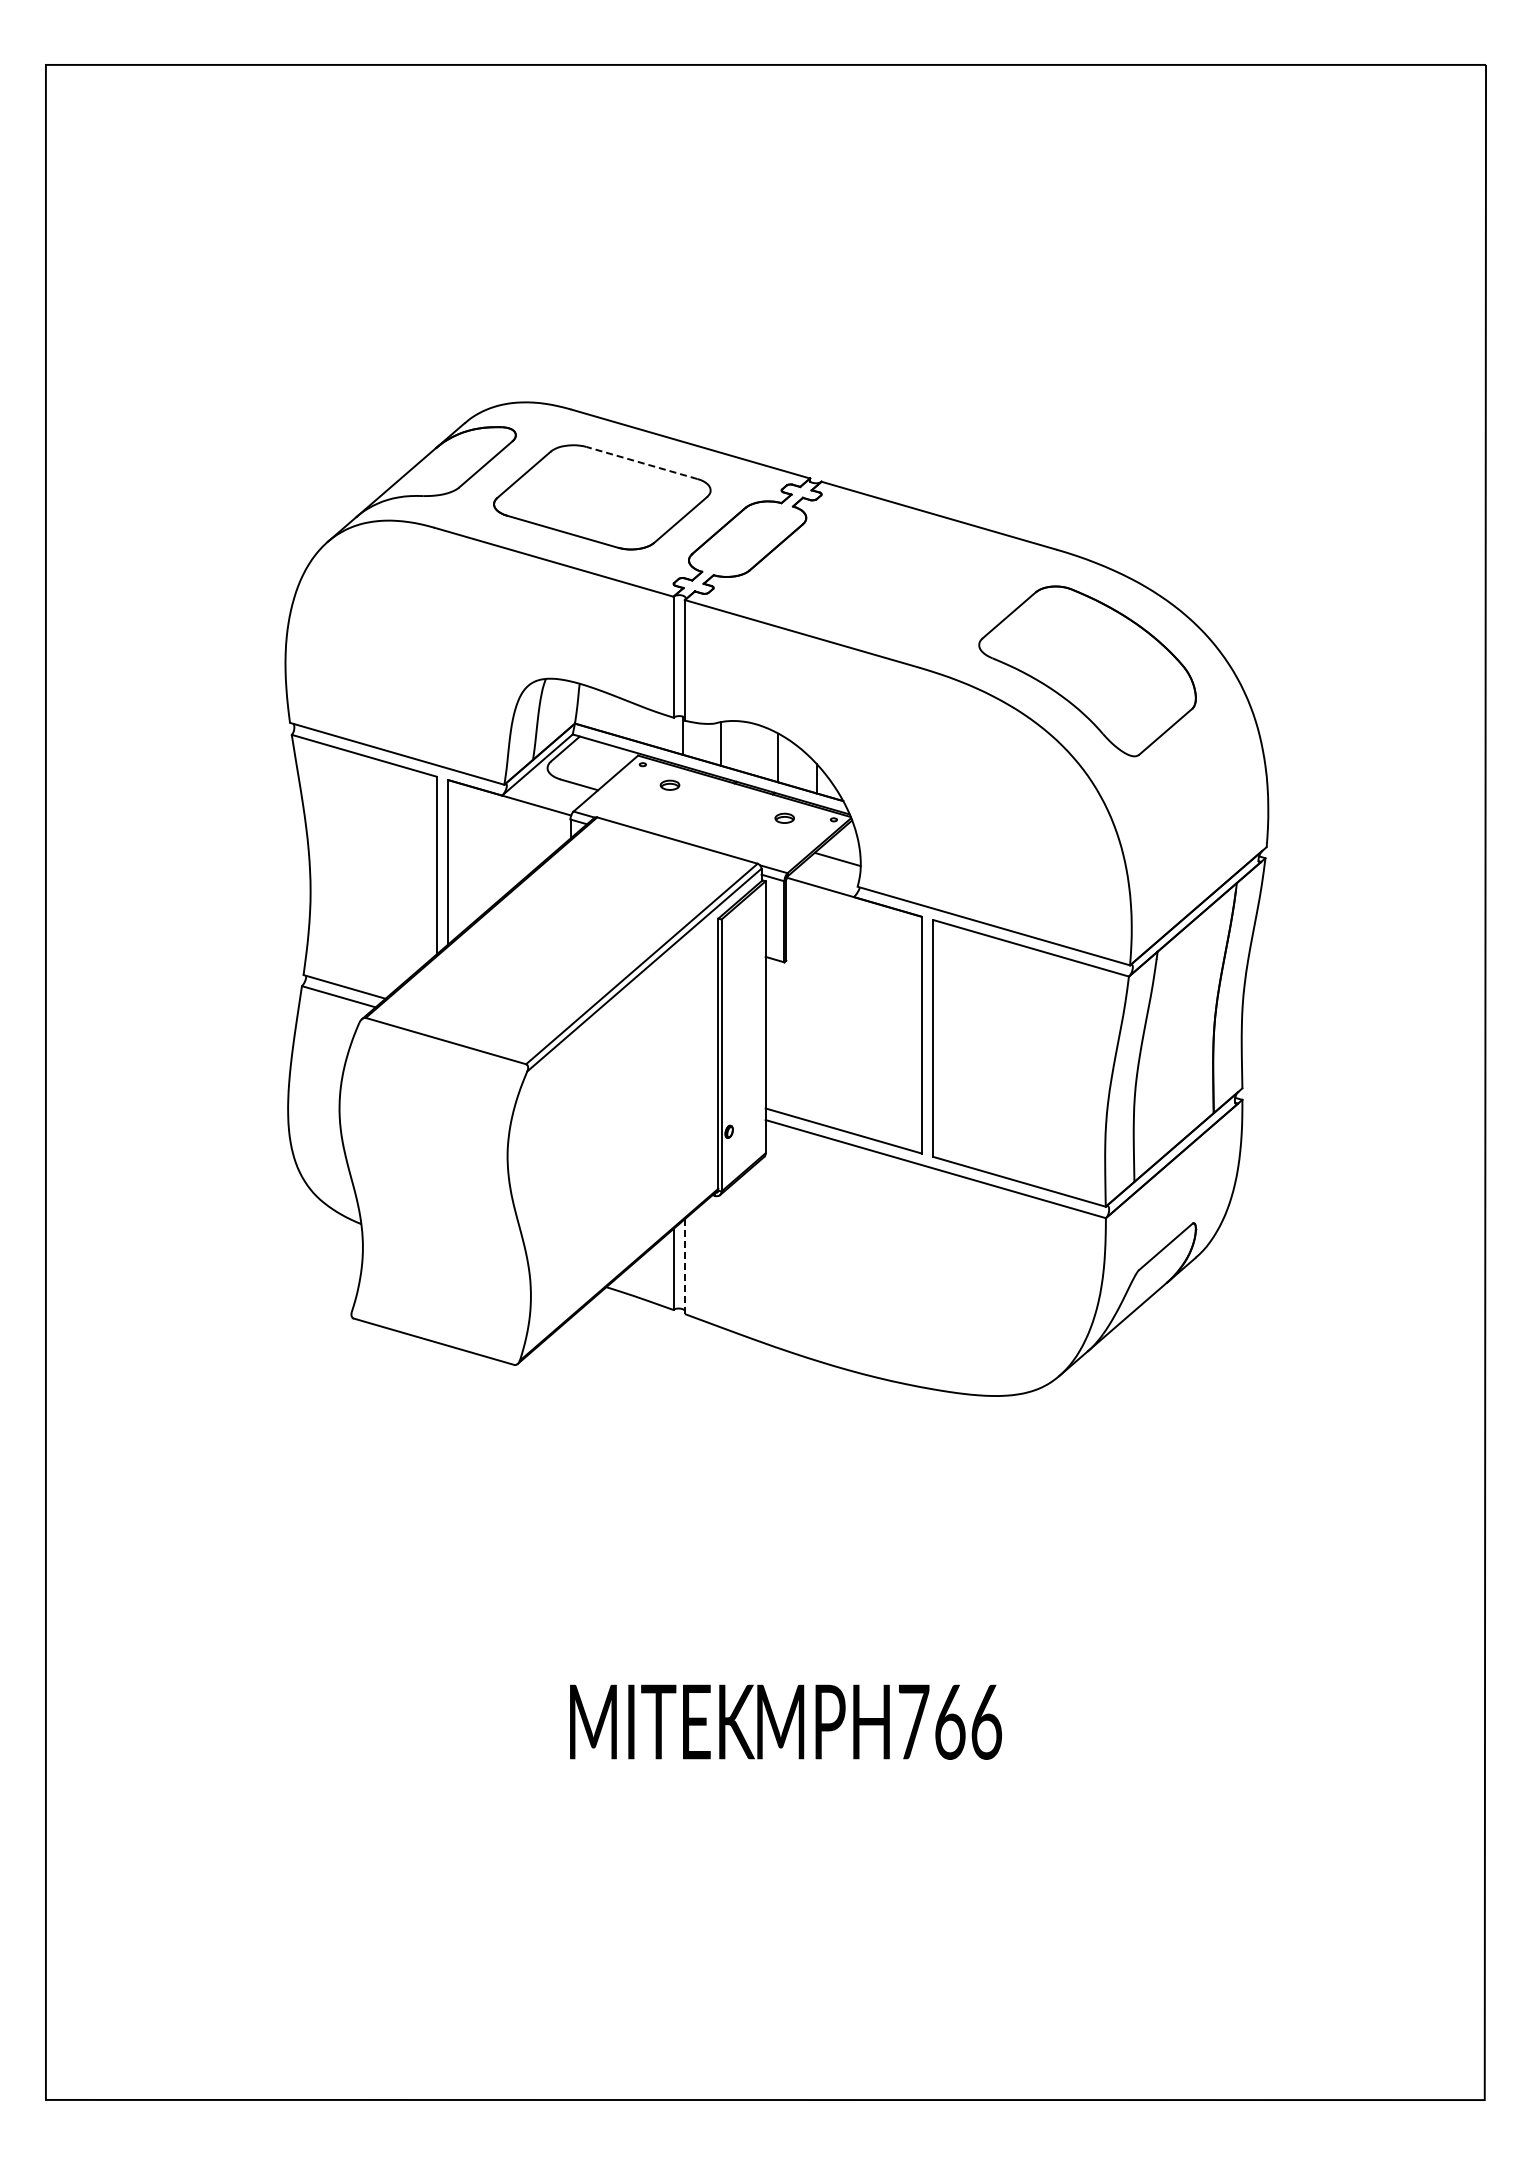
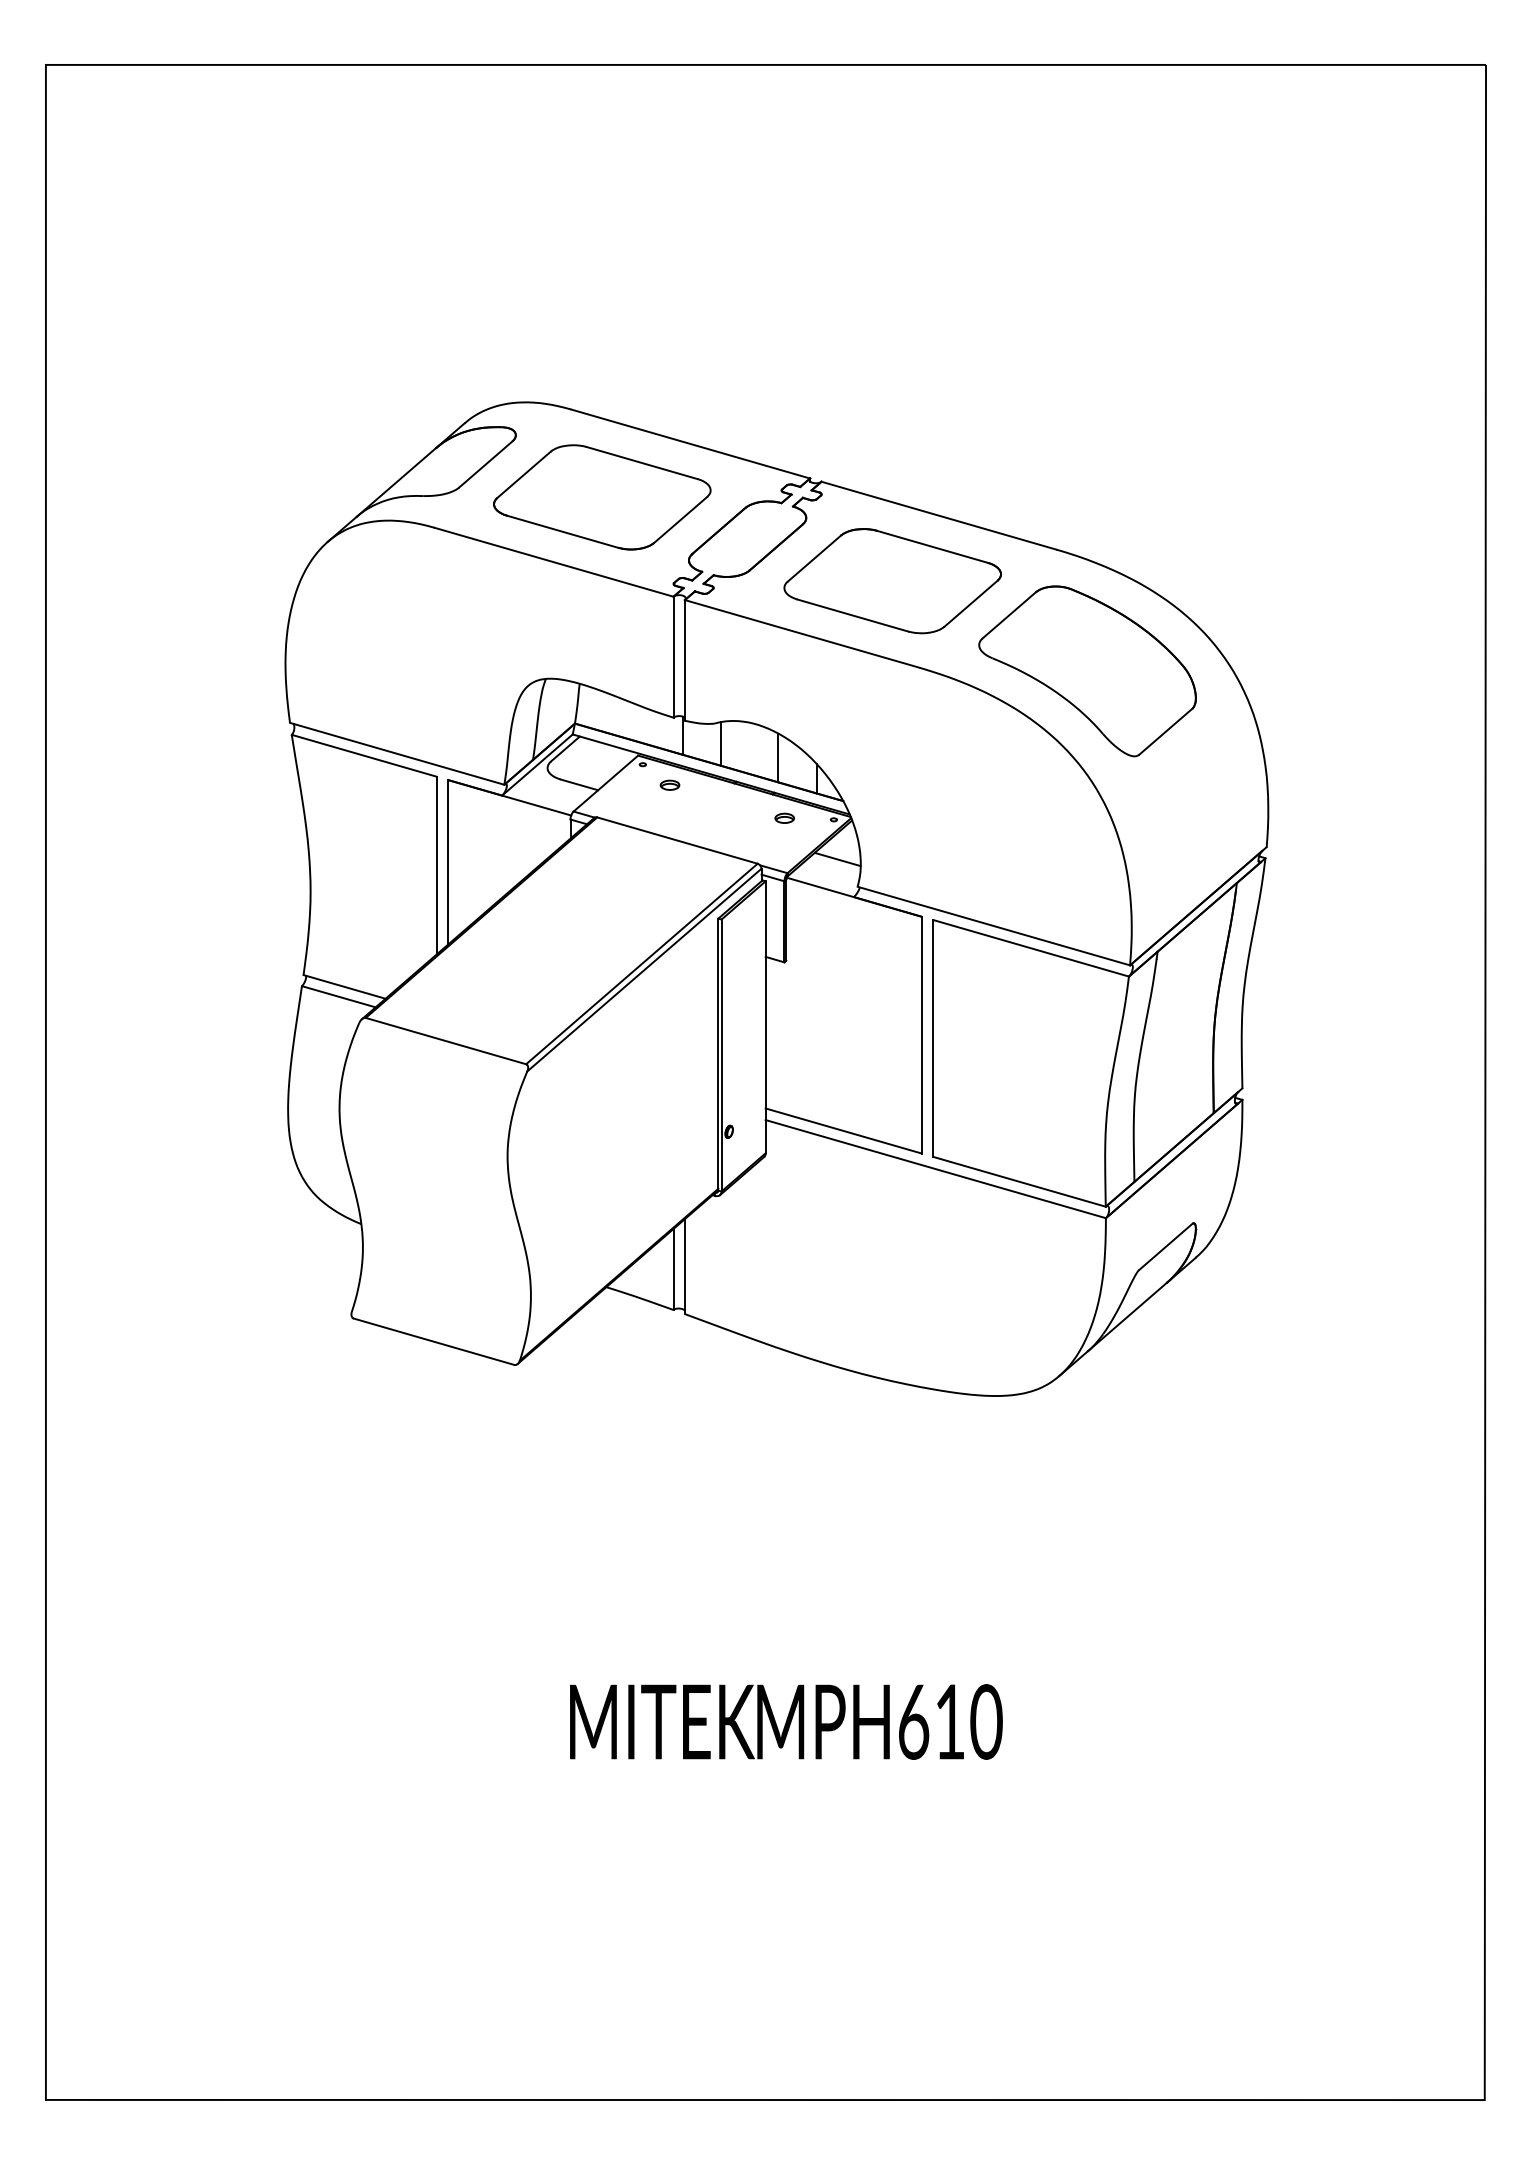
line at (642, 463): dashed -> solid
part at (892, 581): none -> present
line at (684, 1266): dashed -> solid
text at (950, 1721): MPH766 -> MPH610
